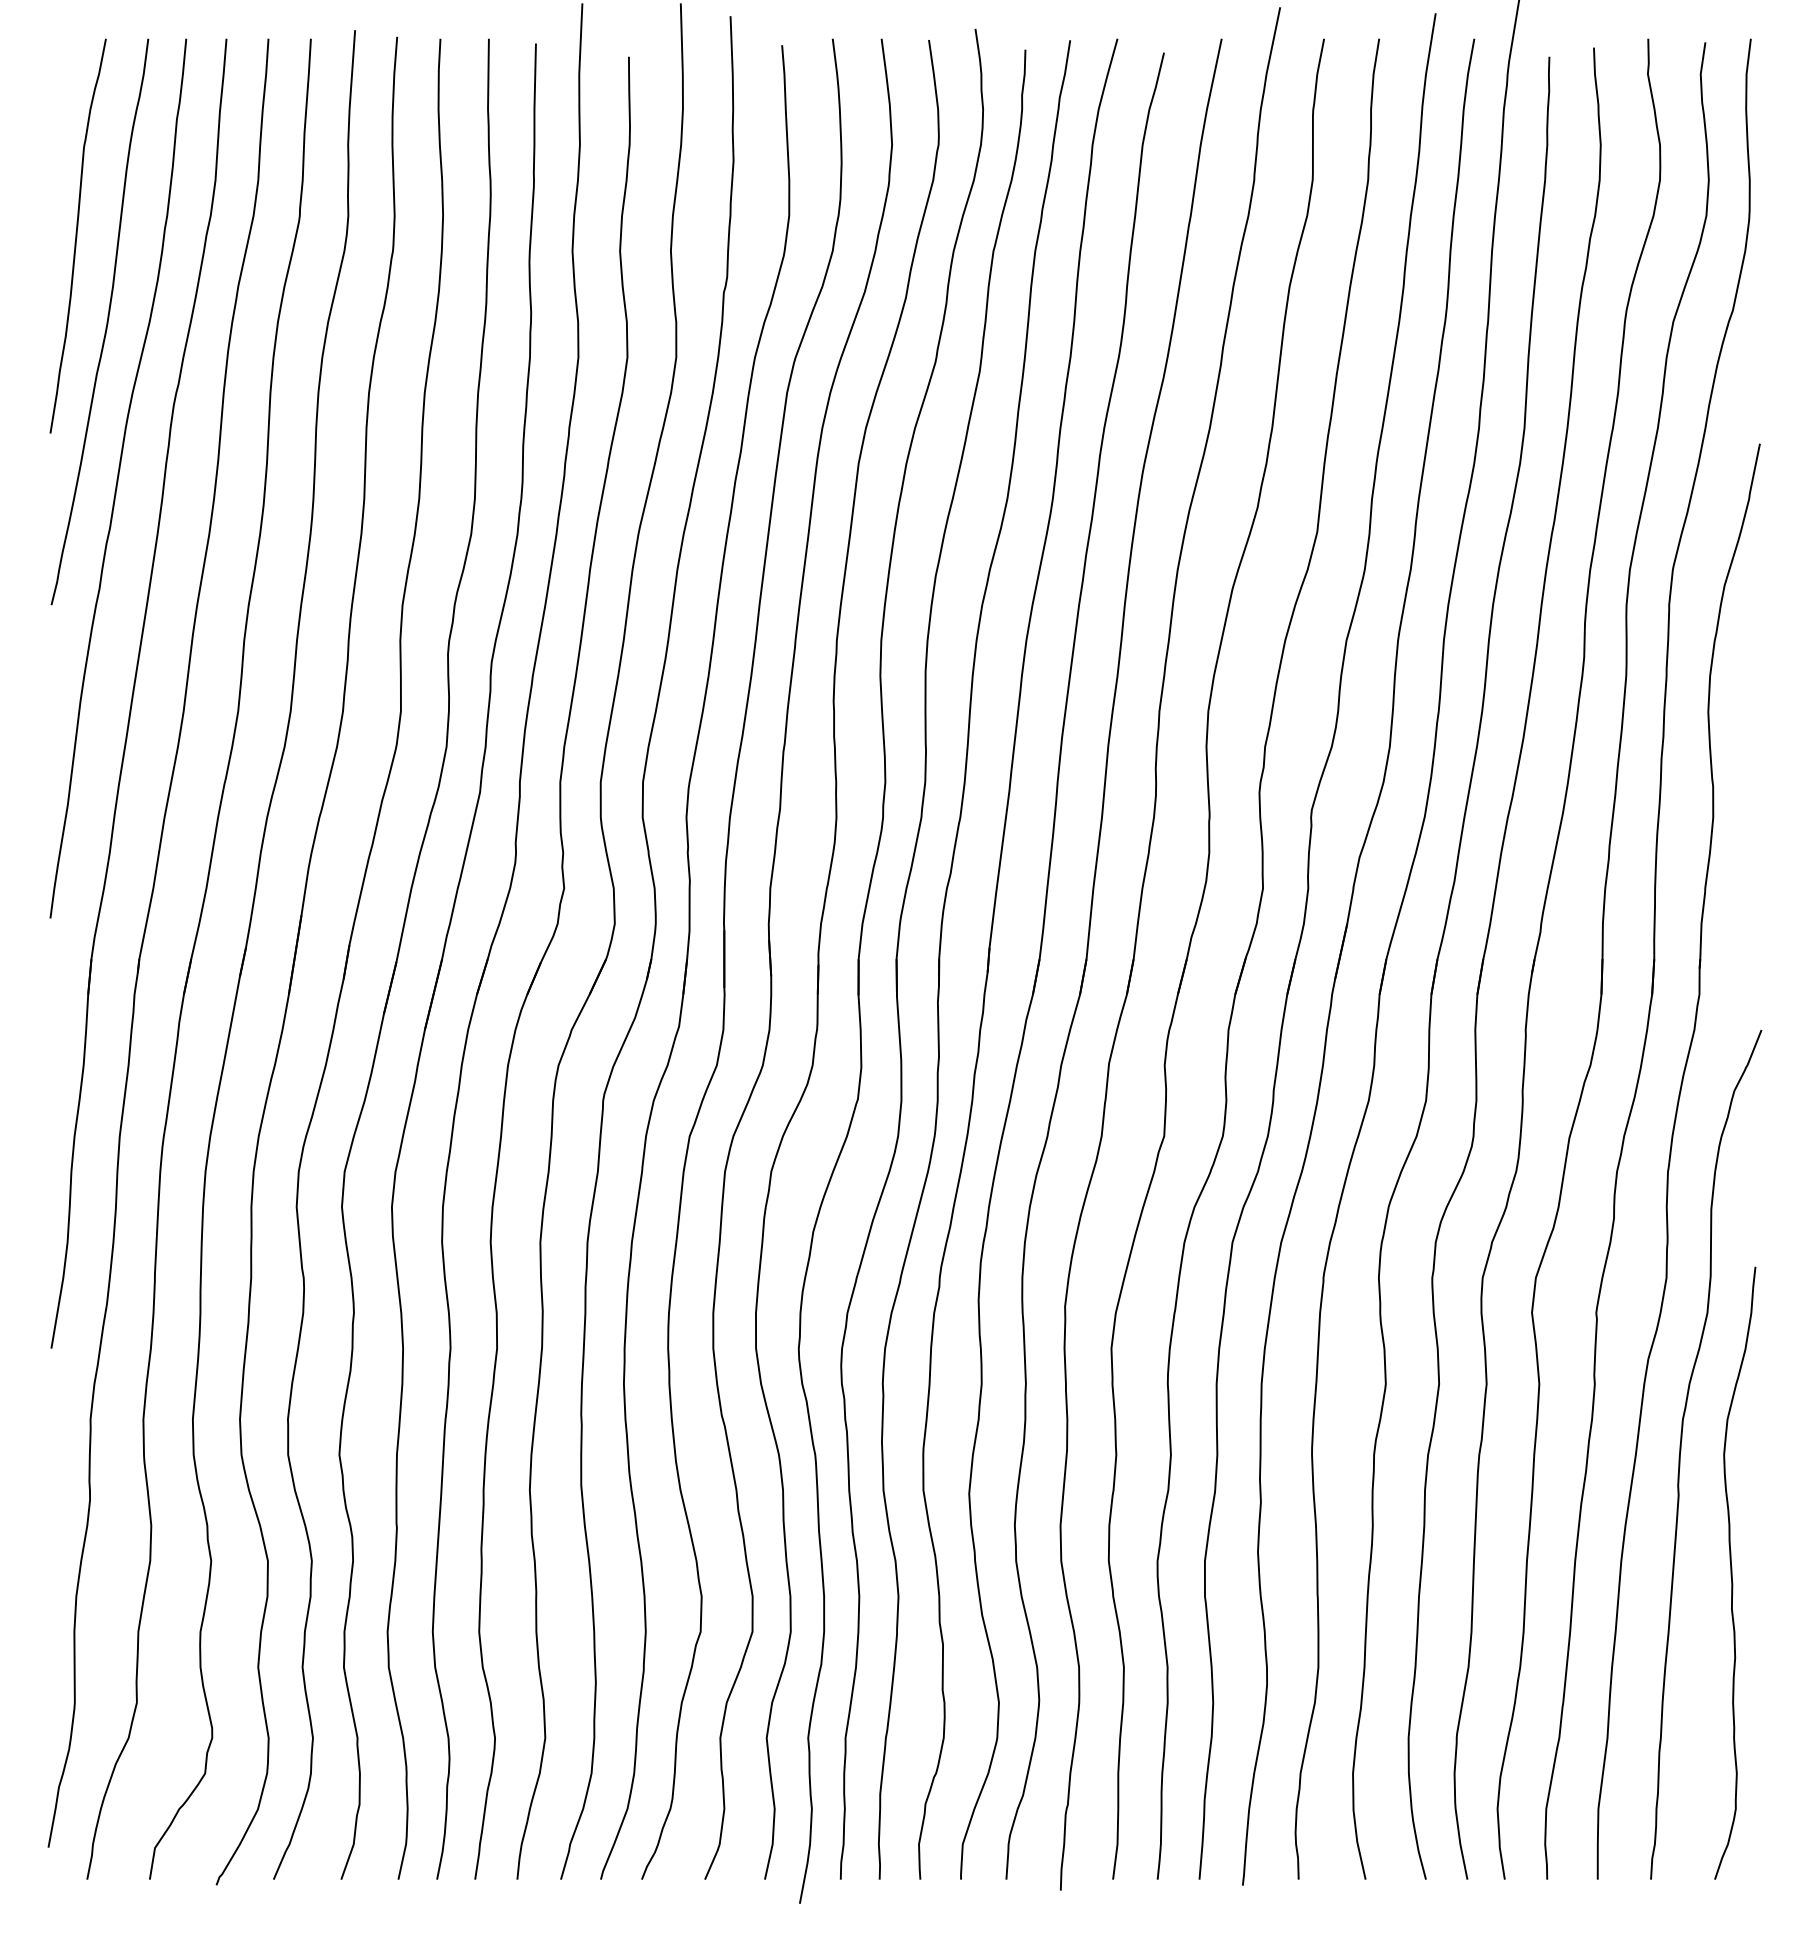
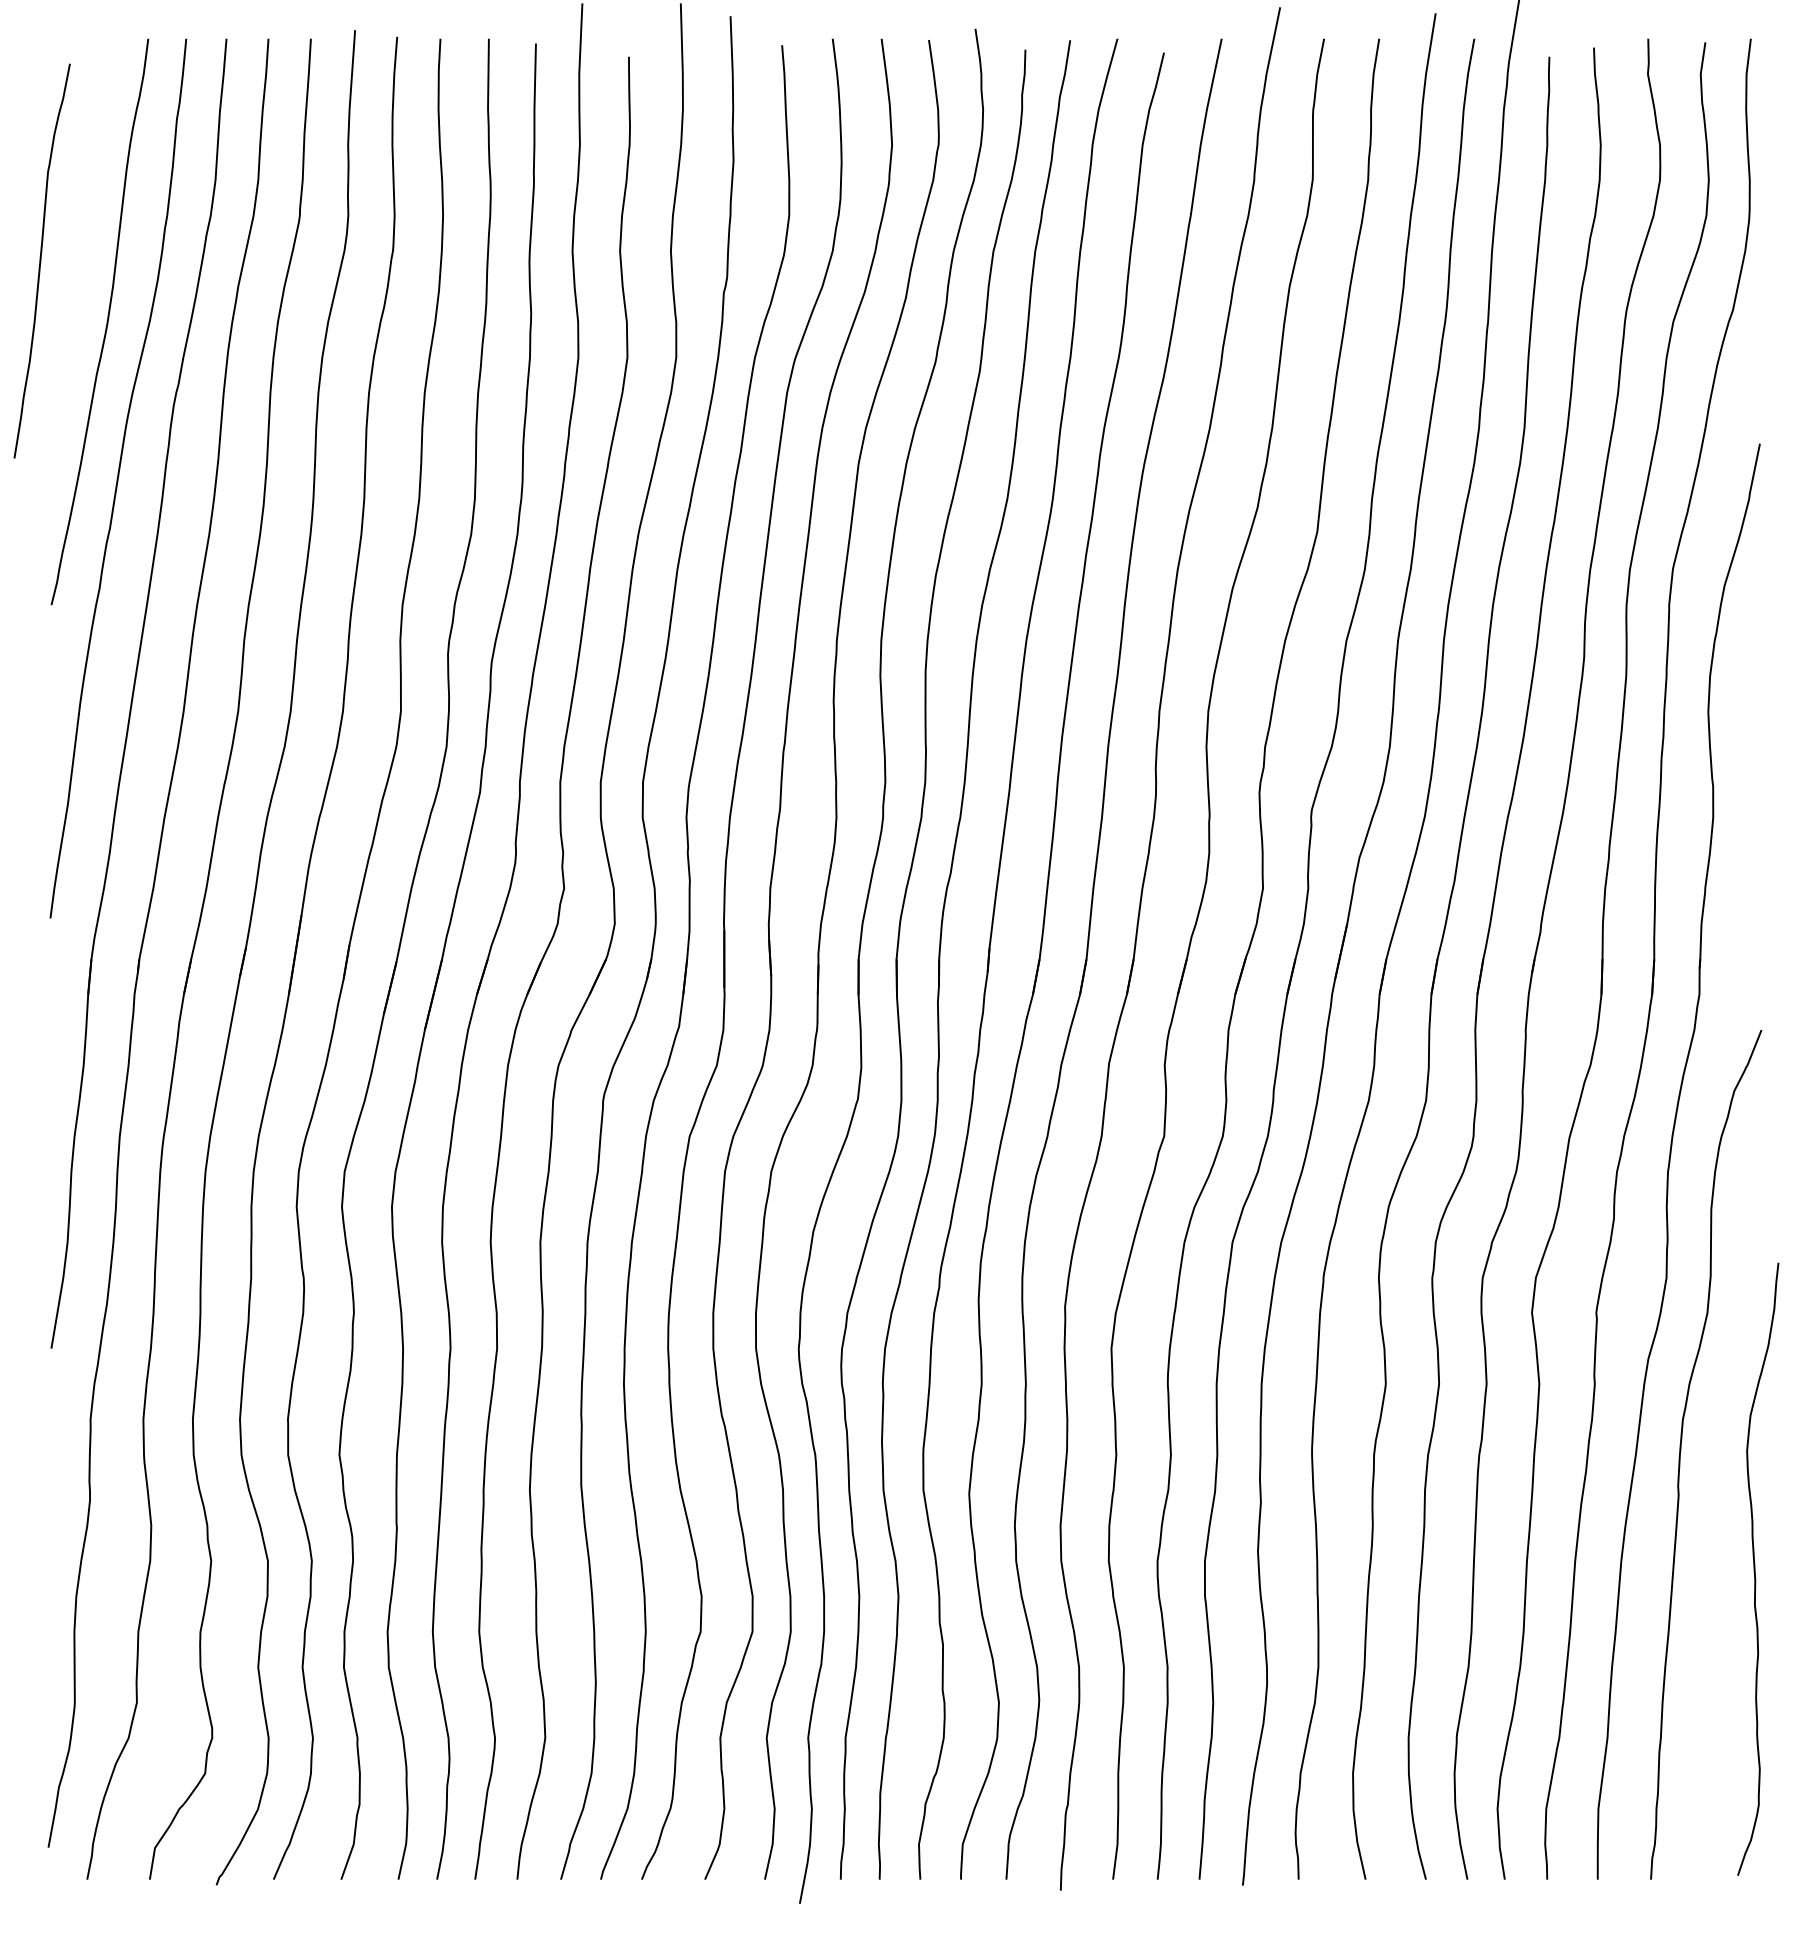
curve at (77, 235) position: (77, 235) -> (41, 260)
curve at (1732, 1572) position: (1732, 1572) -> (1755, 1568)
